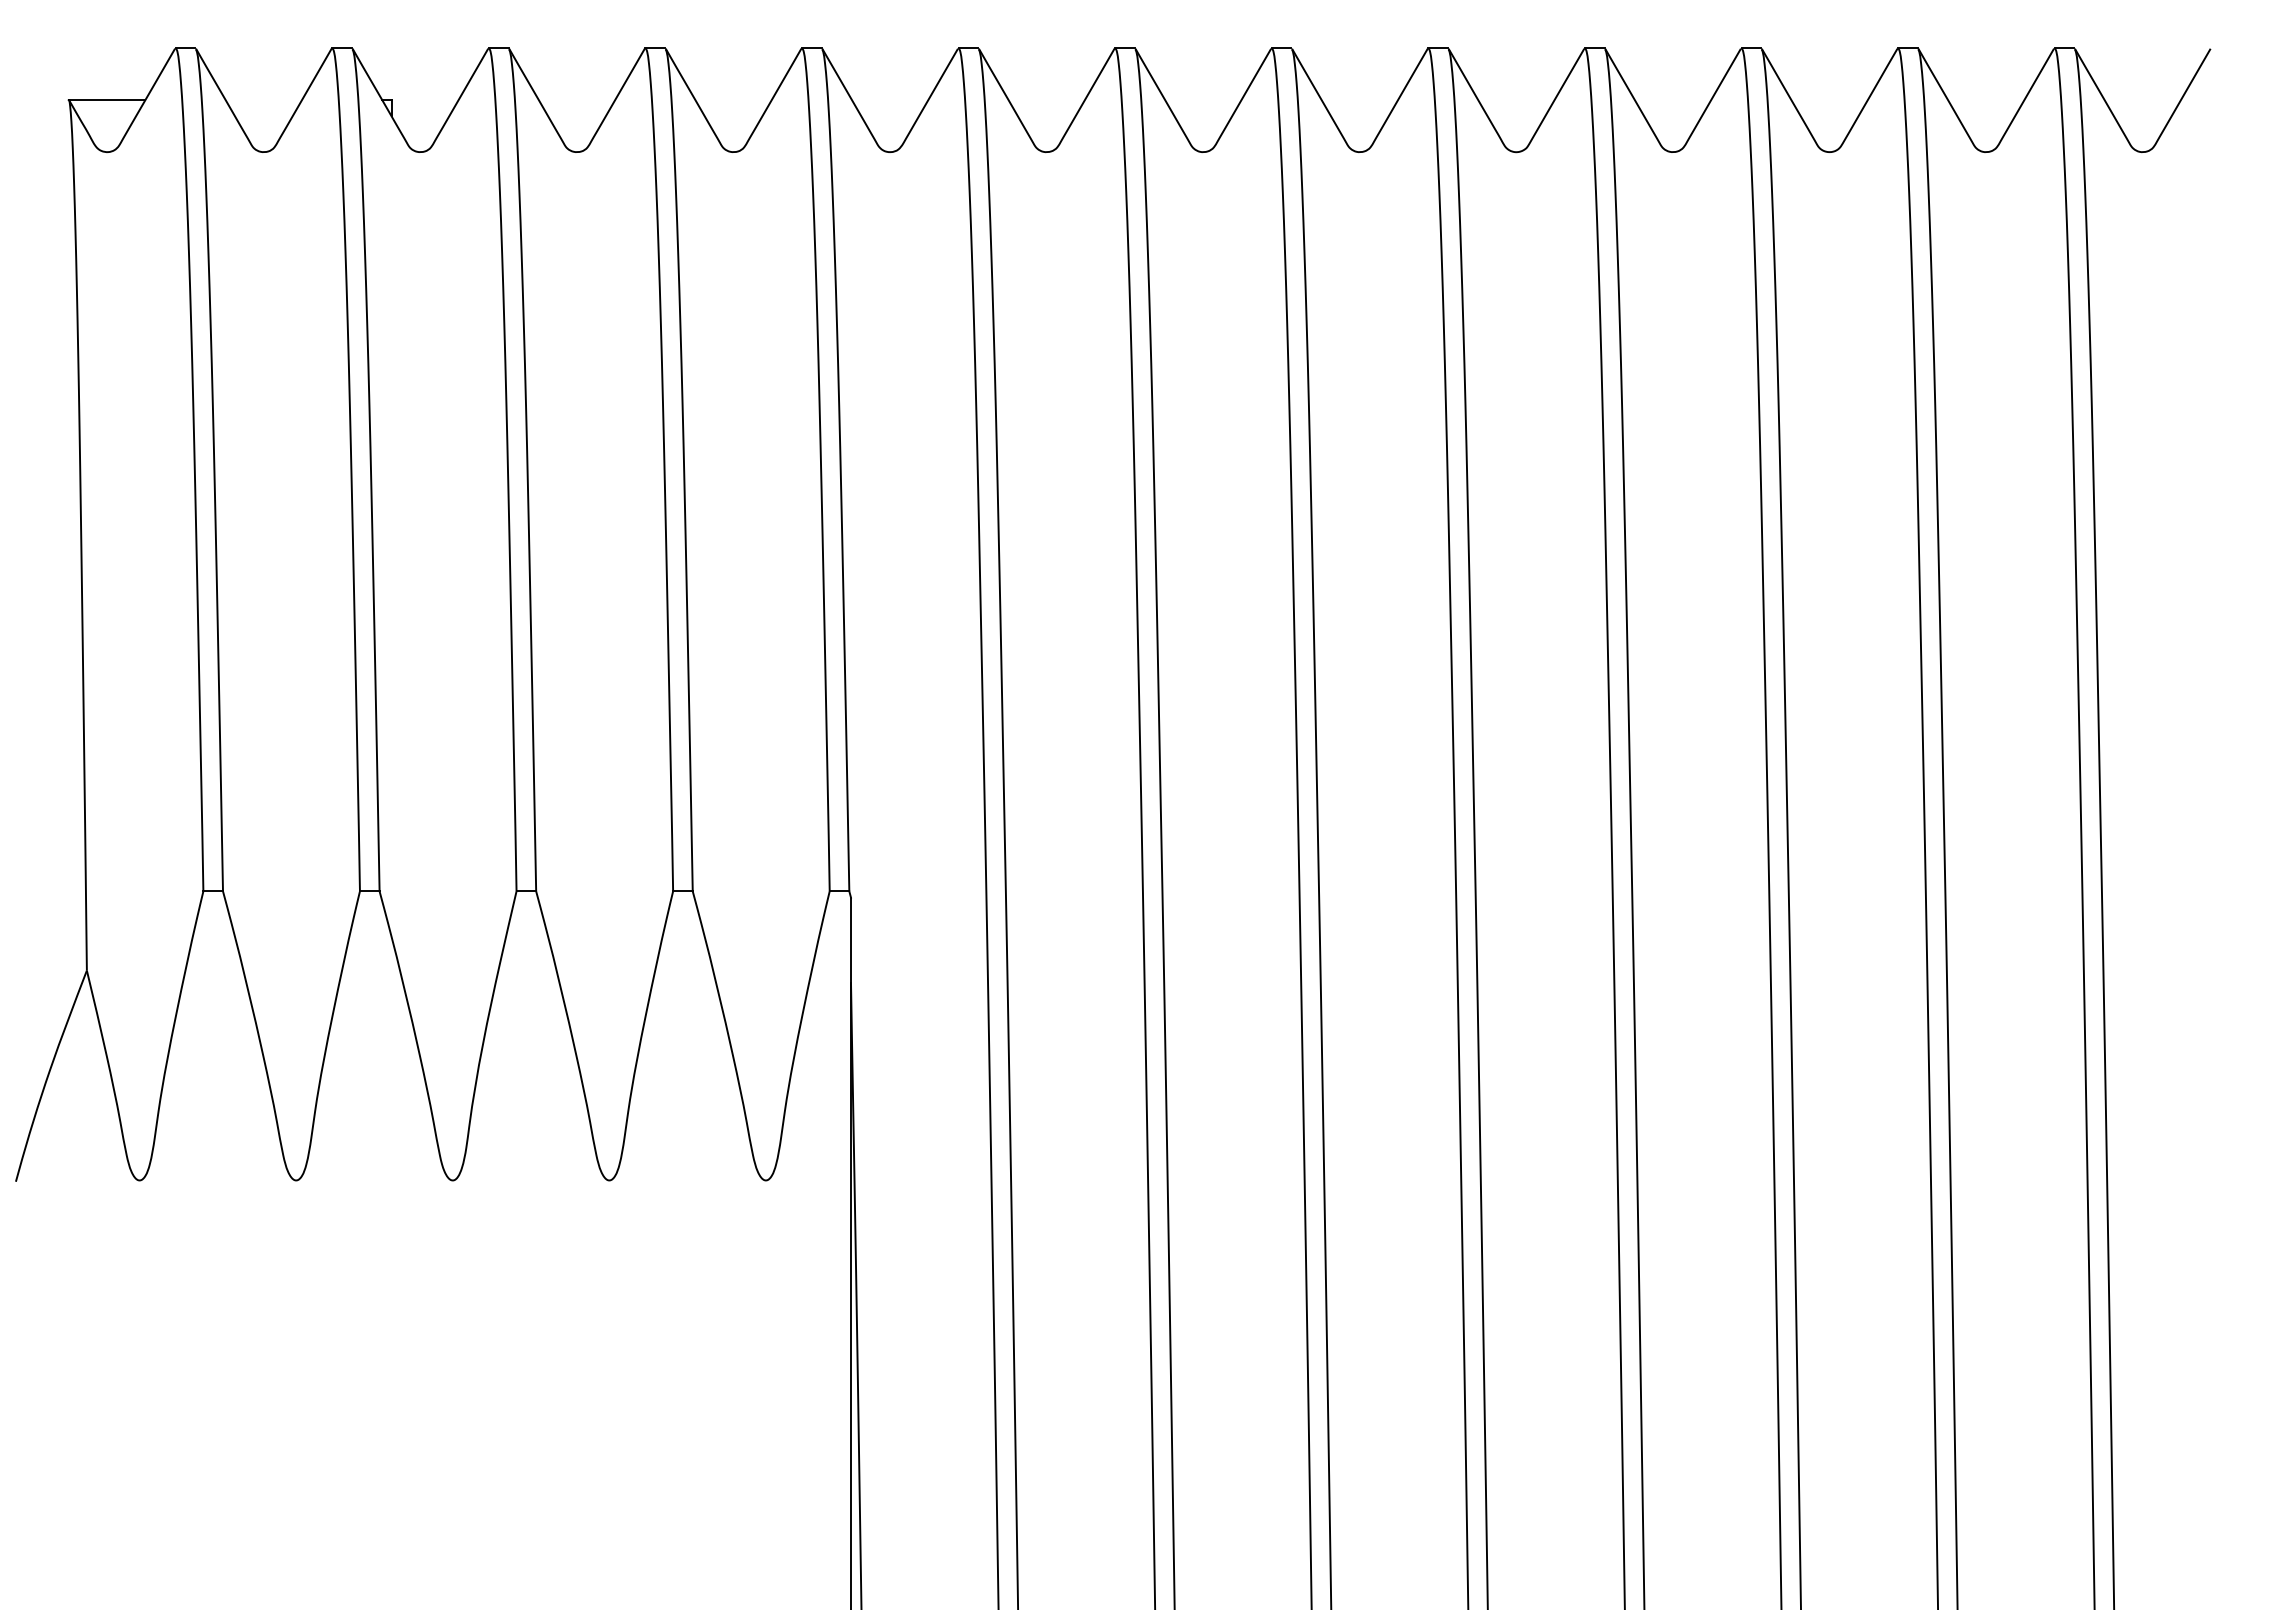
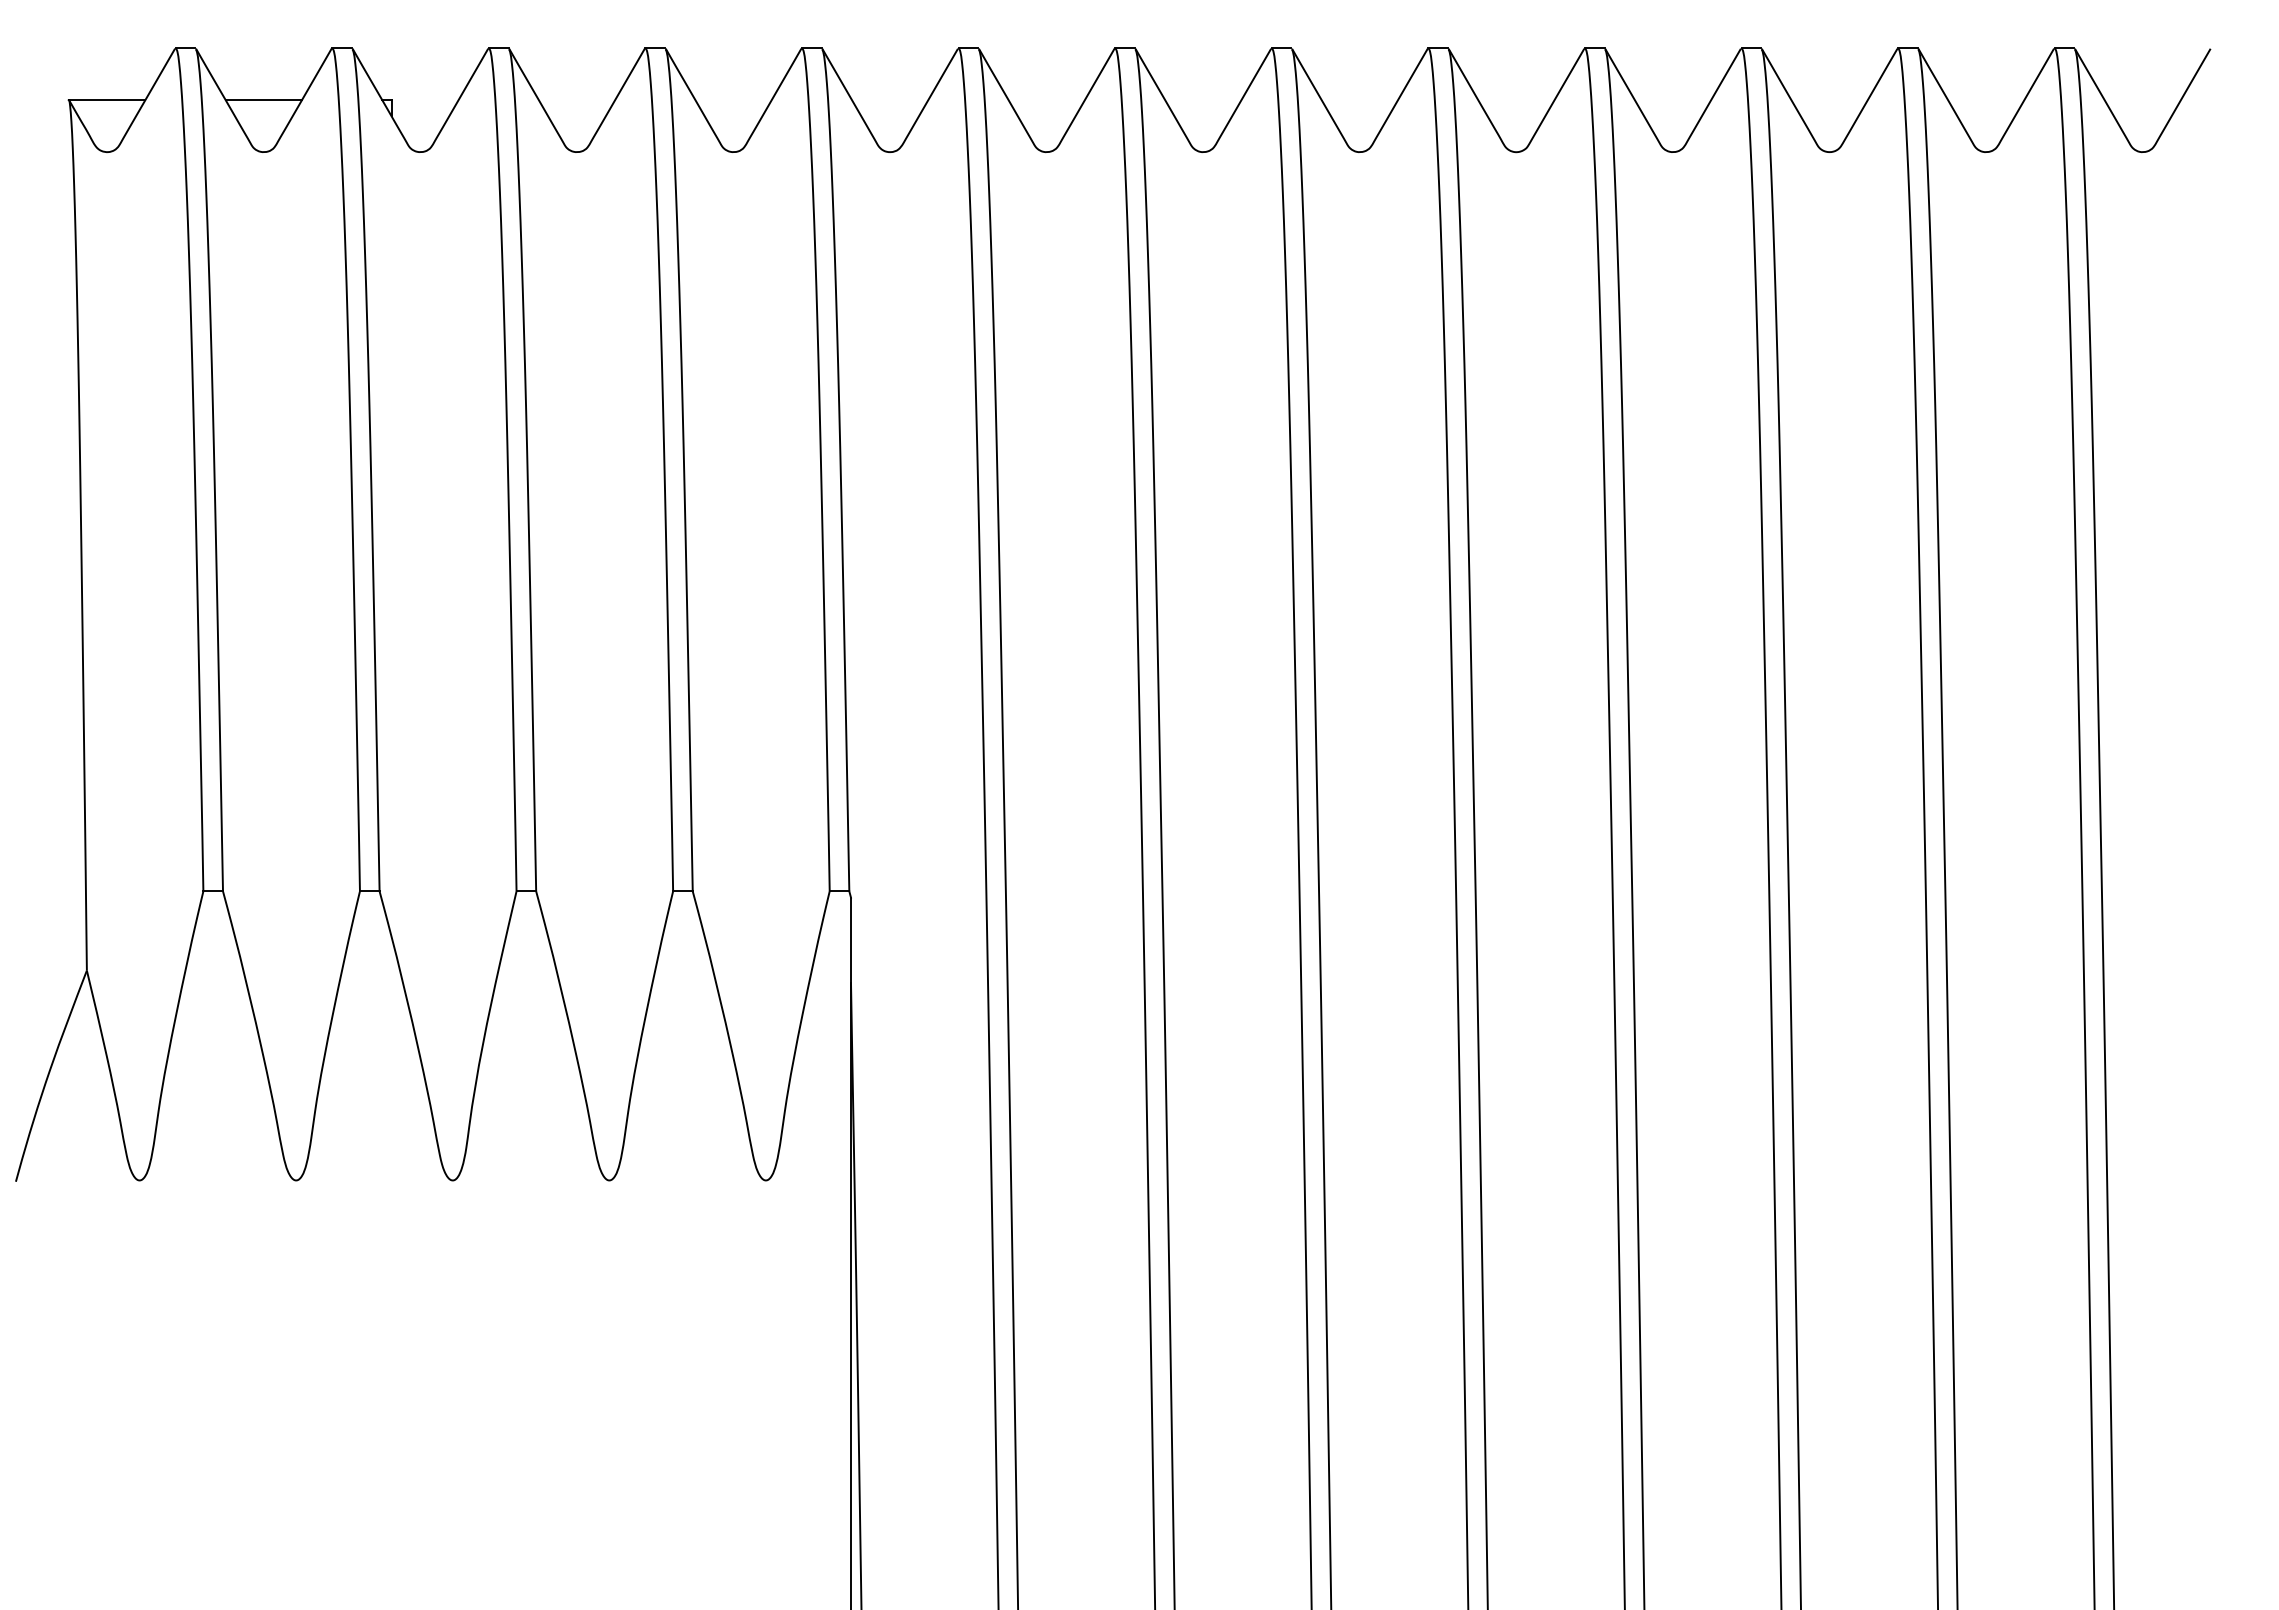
line at (263, 100): none -> present
